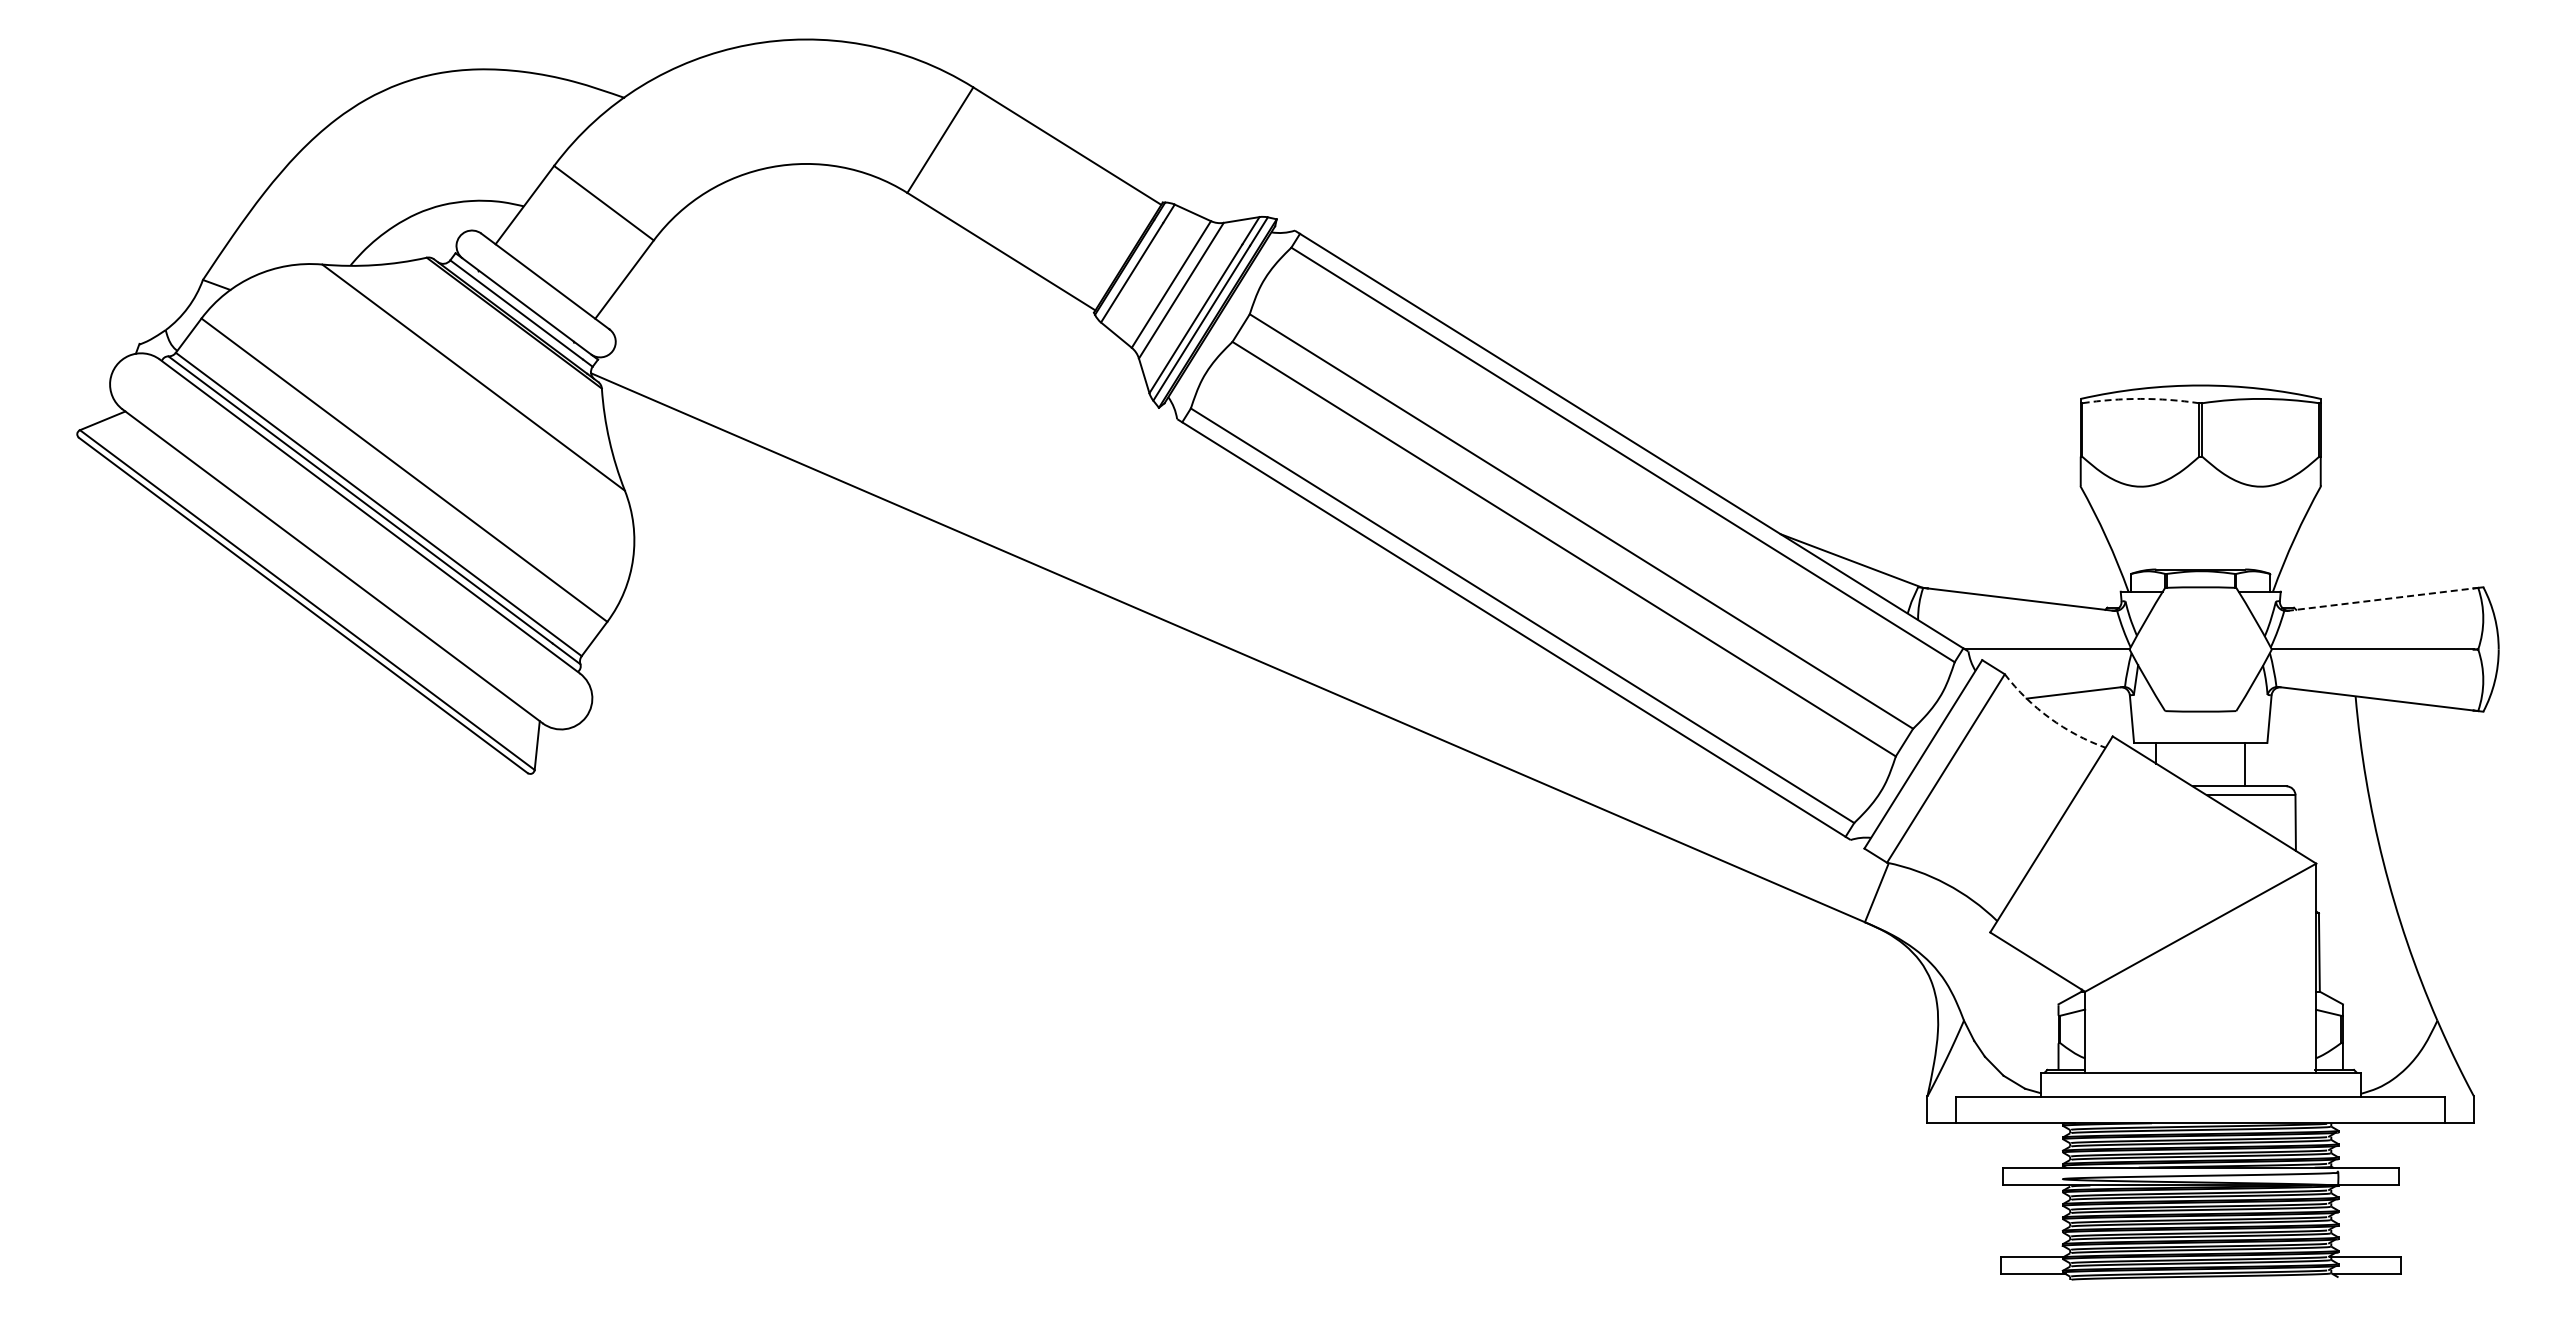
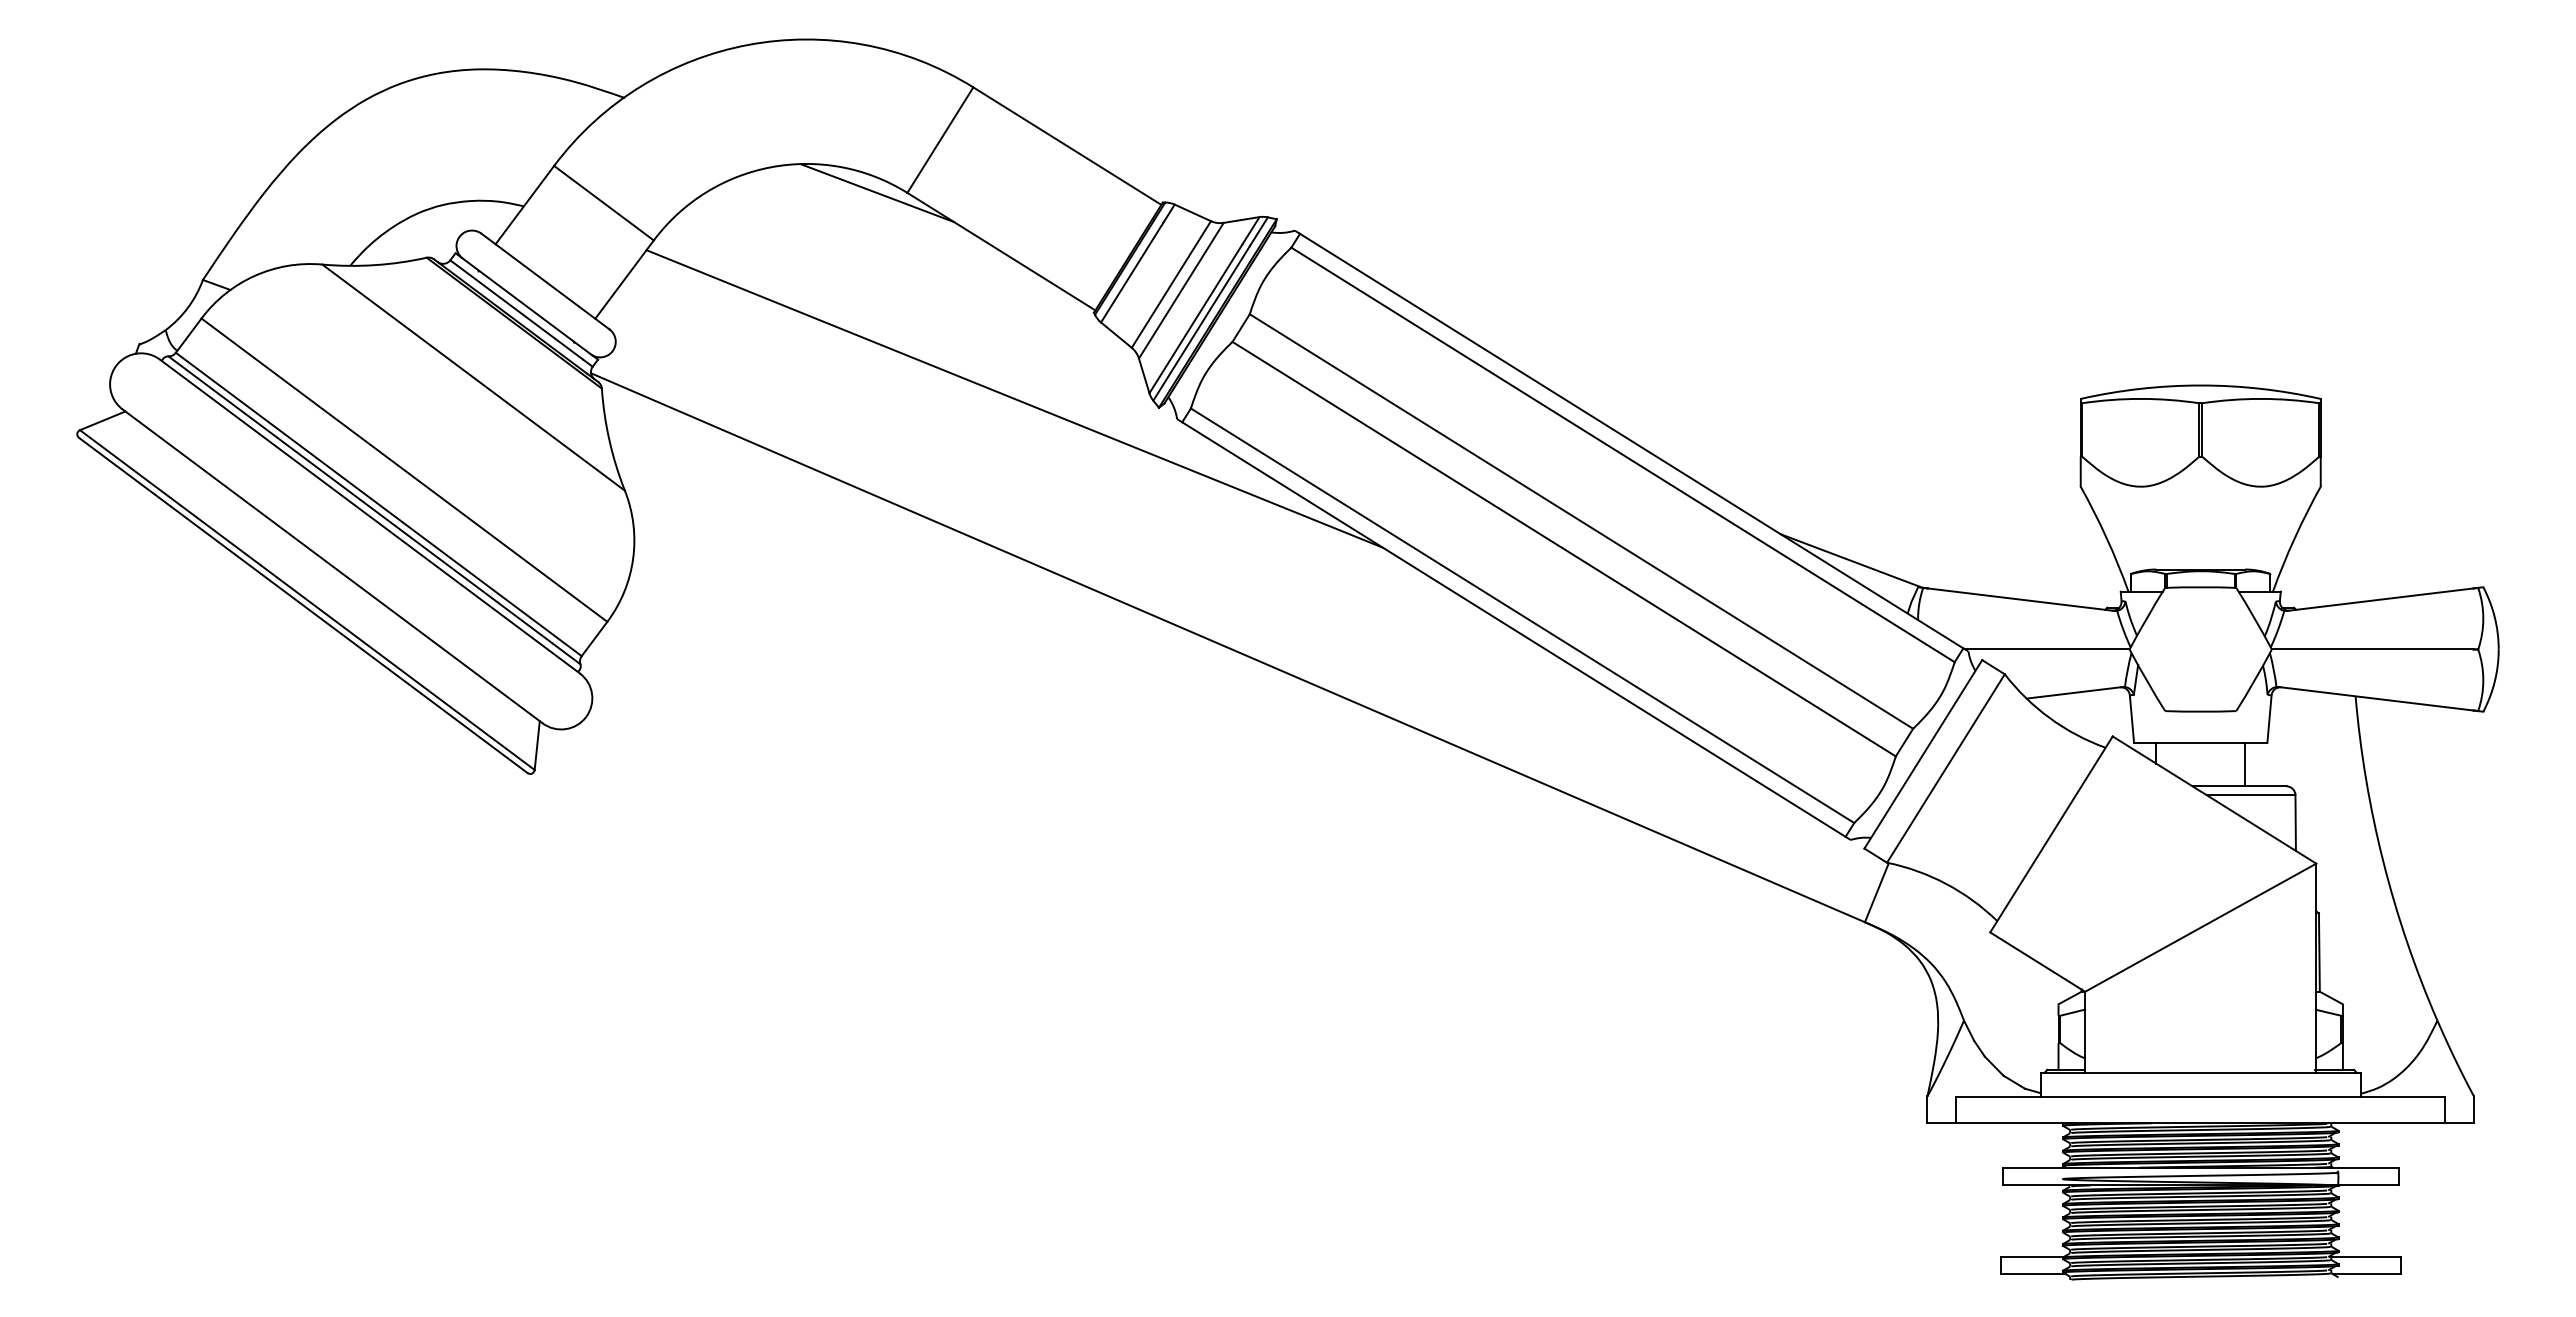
line at (877, 193): none -> present
line at (1014, 398): none -> present
arc at (2140, 398): dashed -> solid
line at (2380, 599): dashed -> solid
arc at (2049, 718): dashed -> solid
